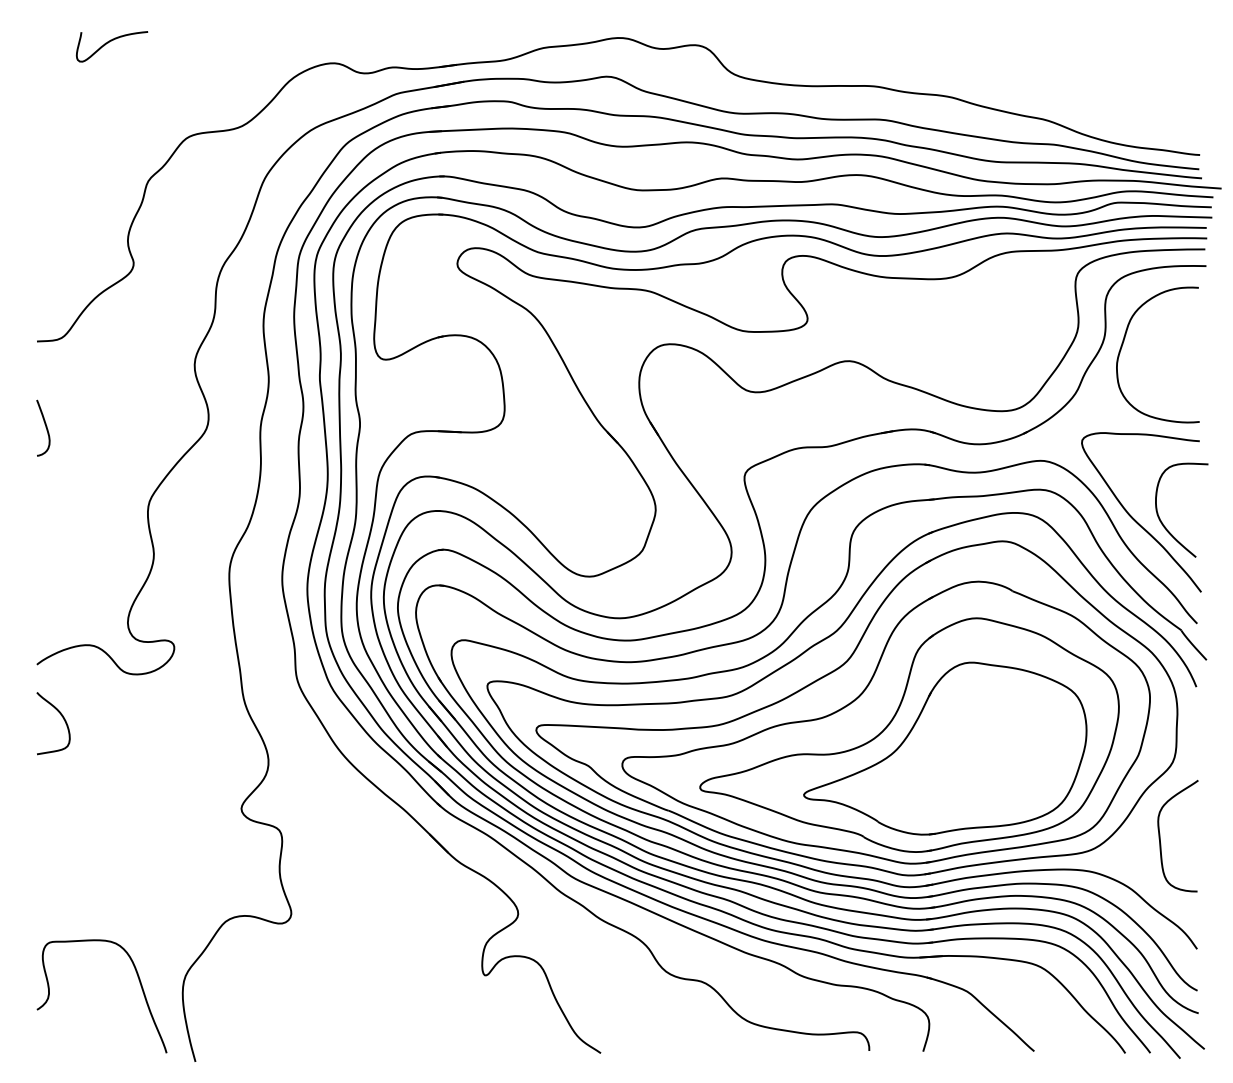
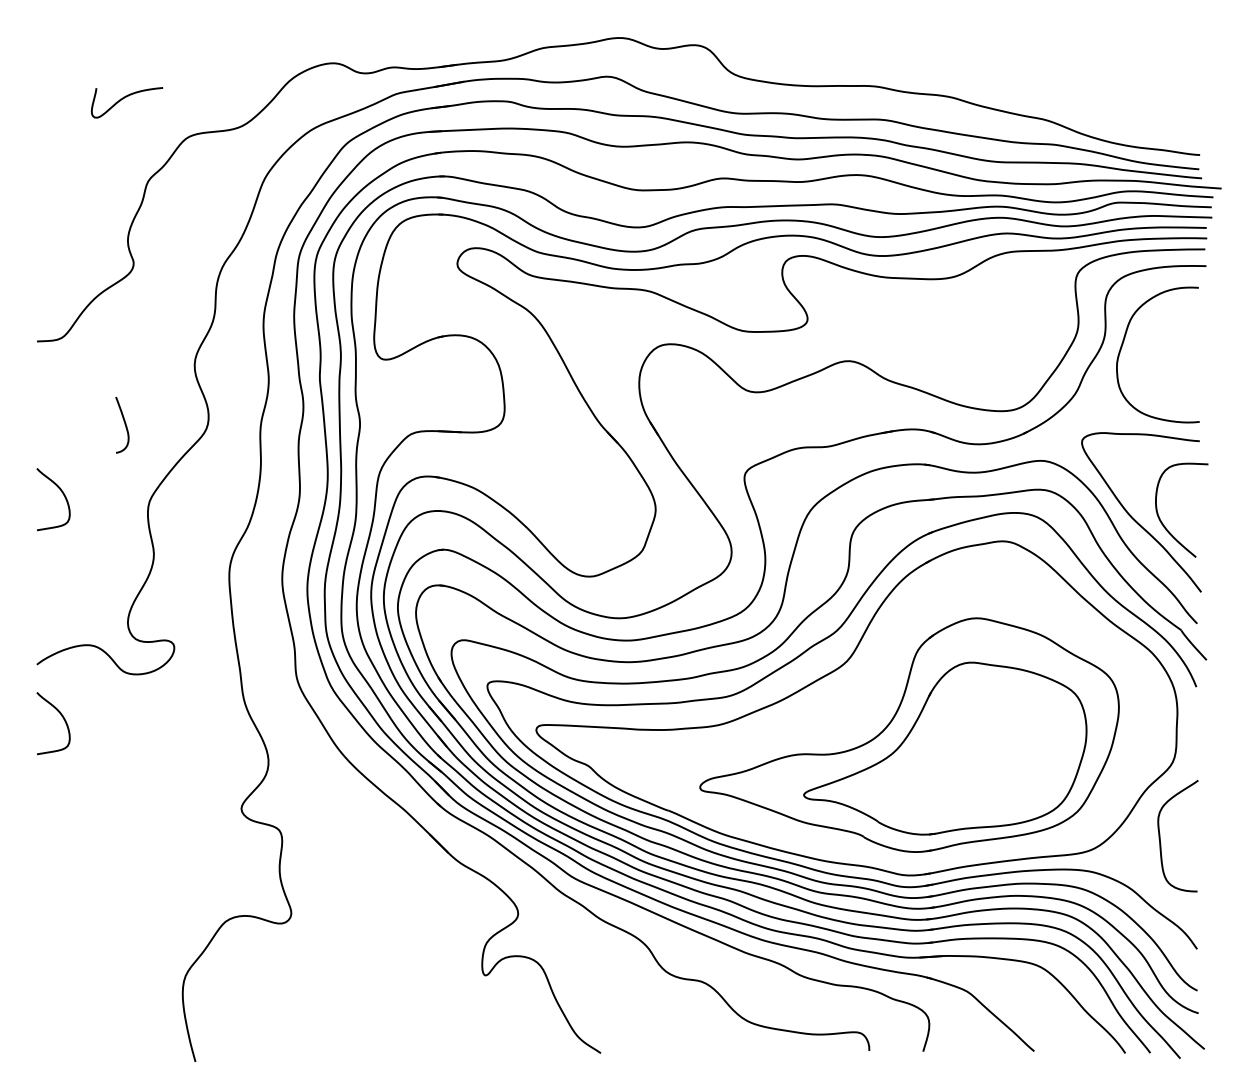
curve at (108, 43) position: (108, 43) -> (123, 99)
curve at (45, 427) position: (45, 427) -> (124, 424)
curve at (61, 492): none -> present
part at (885, 722): present -> none
curve at (139, 983): present -> none
